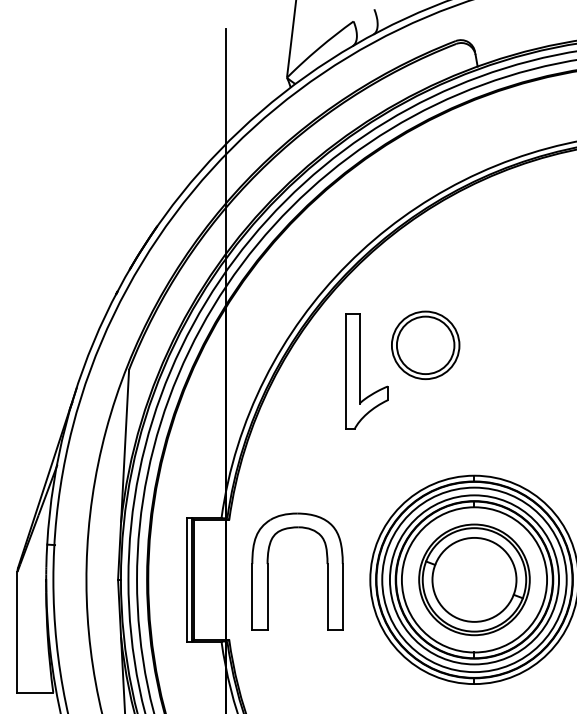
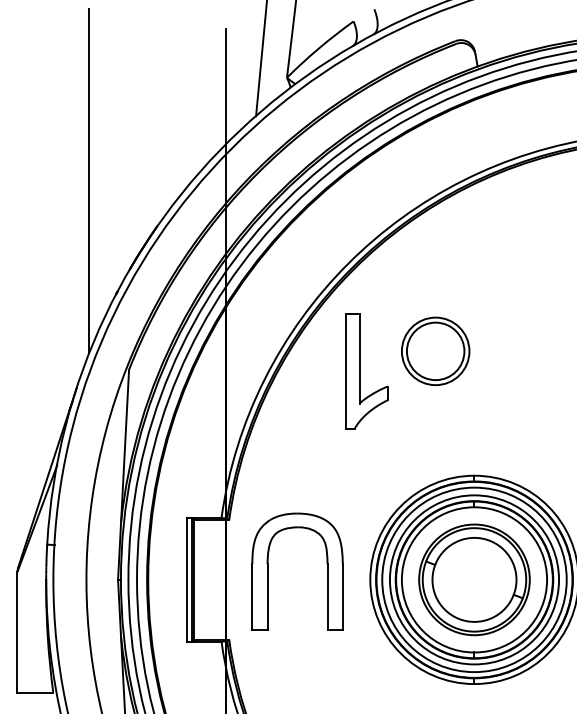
line at (261, 59): none -> present
line at (89, 181): none -> present
part at (425, 344) position: (425, 344) -> (435, 350)
